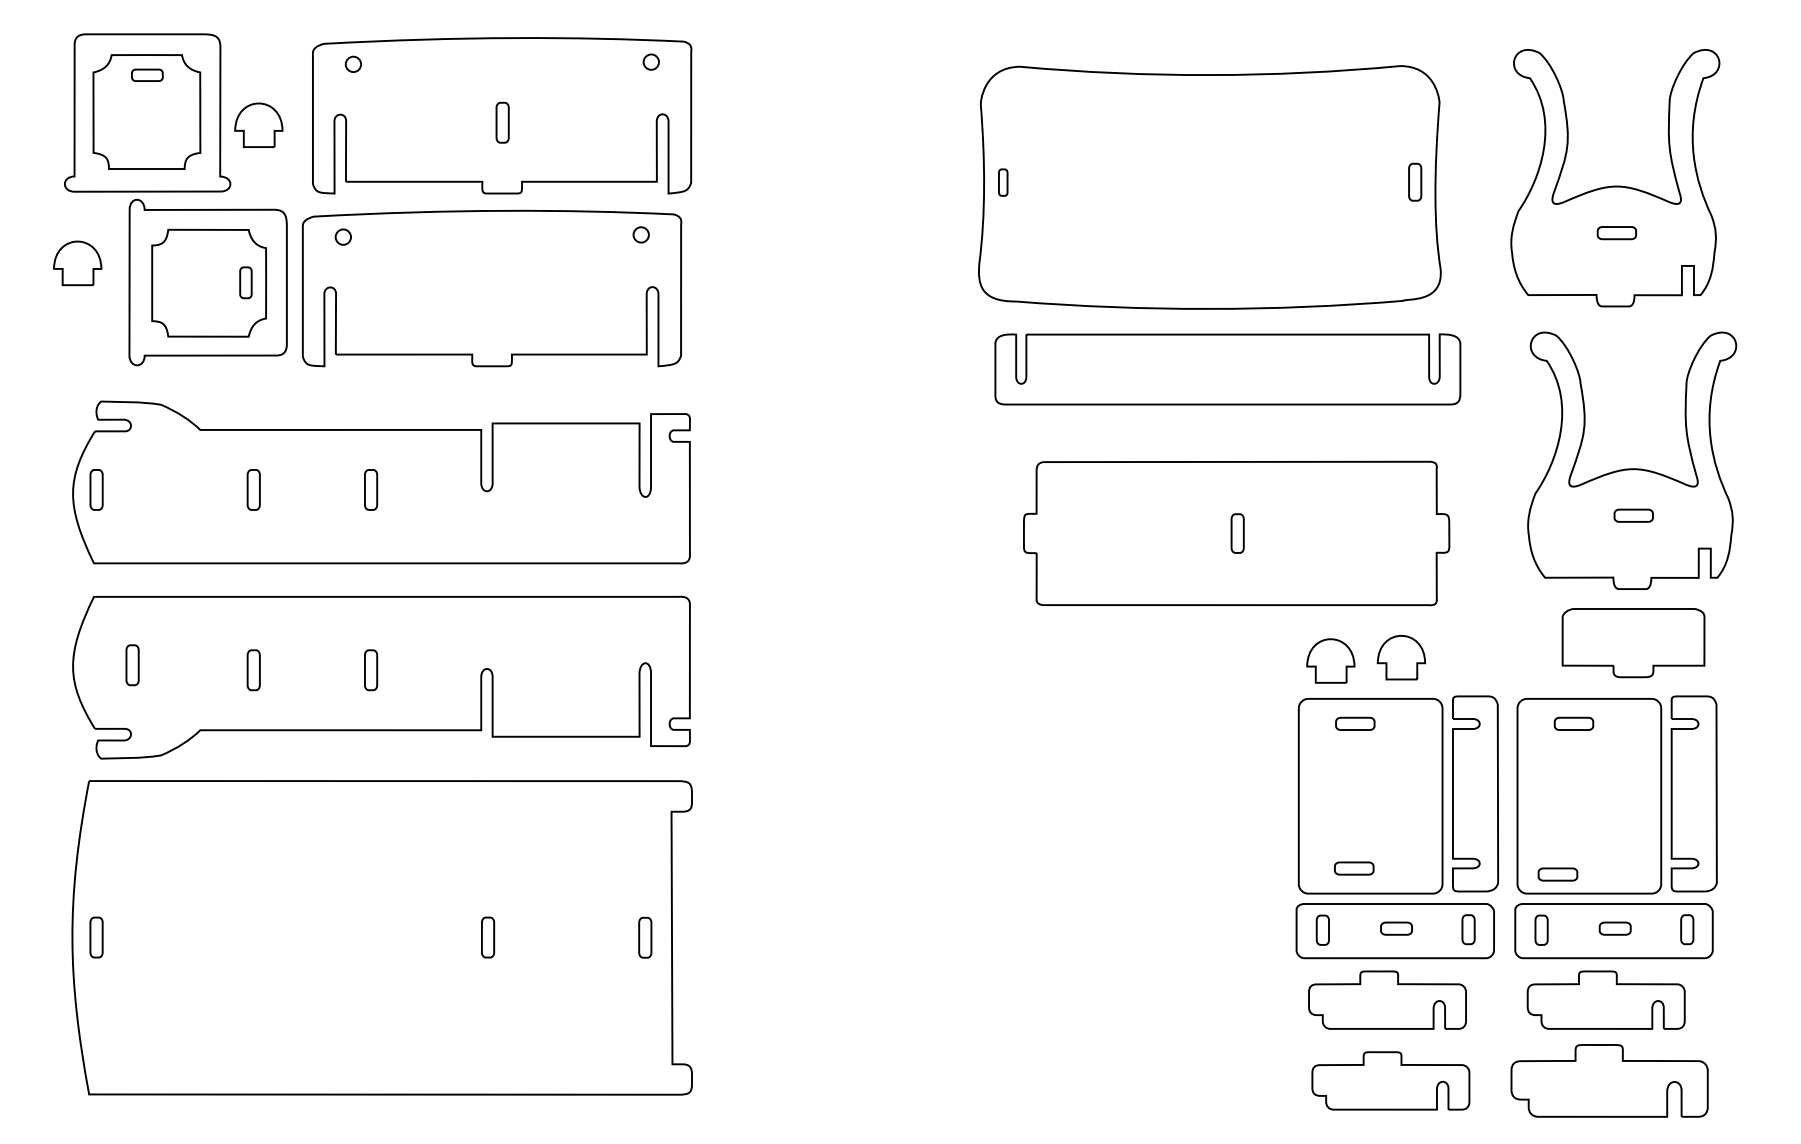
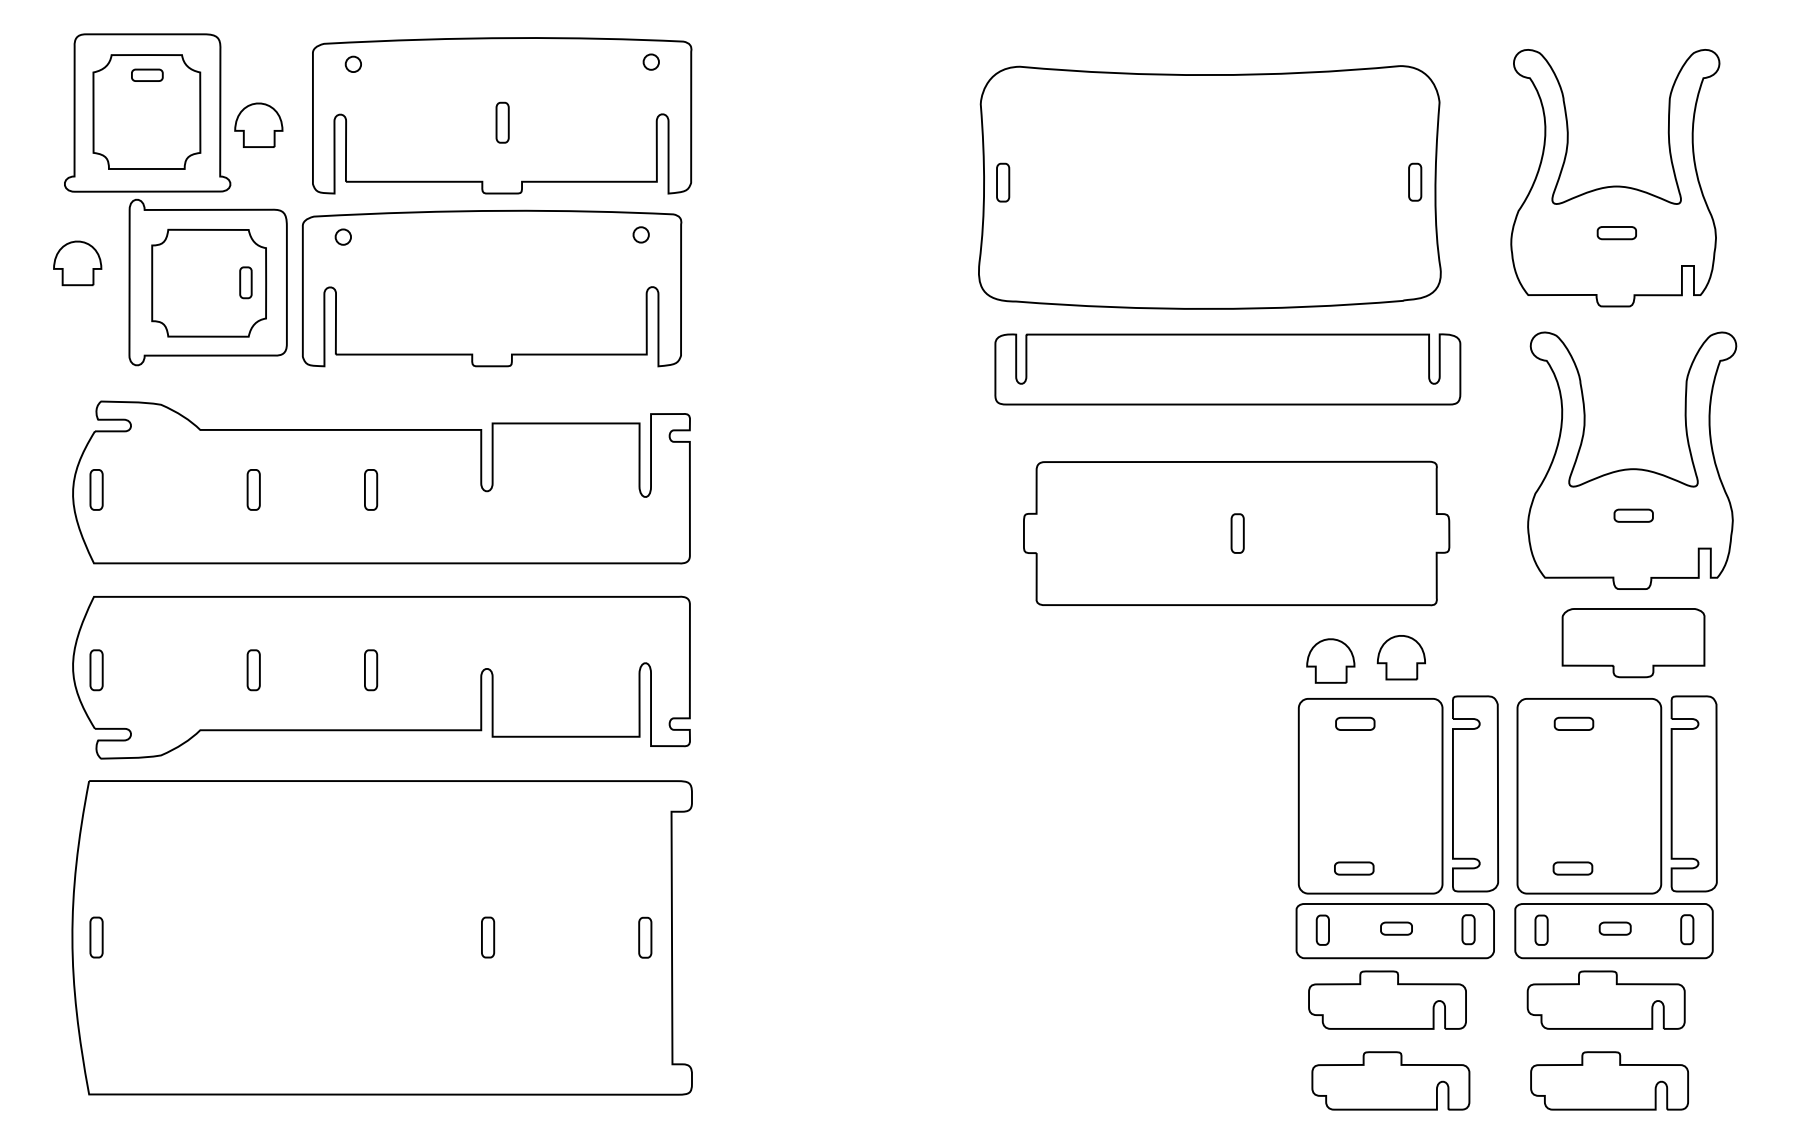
part at (1003, 182) size: 11x29 px -> 15x41 px
part at (132, 665) position: (132, 665) -> (96, 670)
part at (1557, 874) position: (1557, 874) -> (1572, 868)
part at (1609, 1080) size: 199x74 px -> 159x60 px
